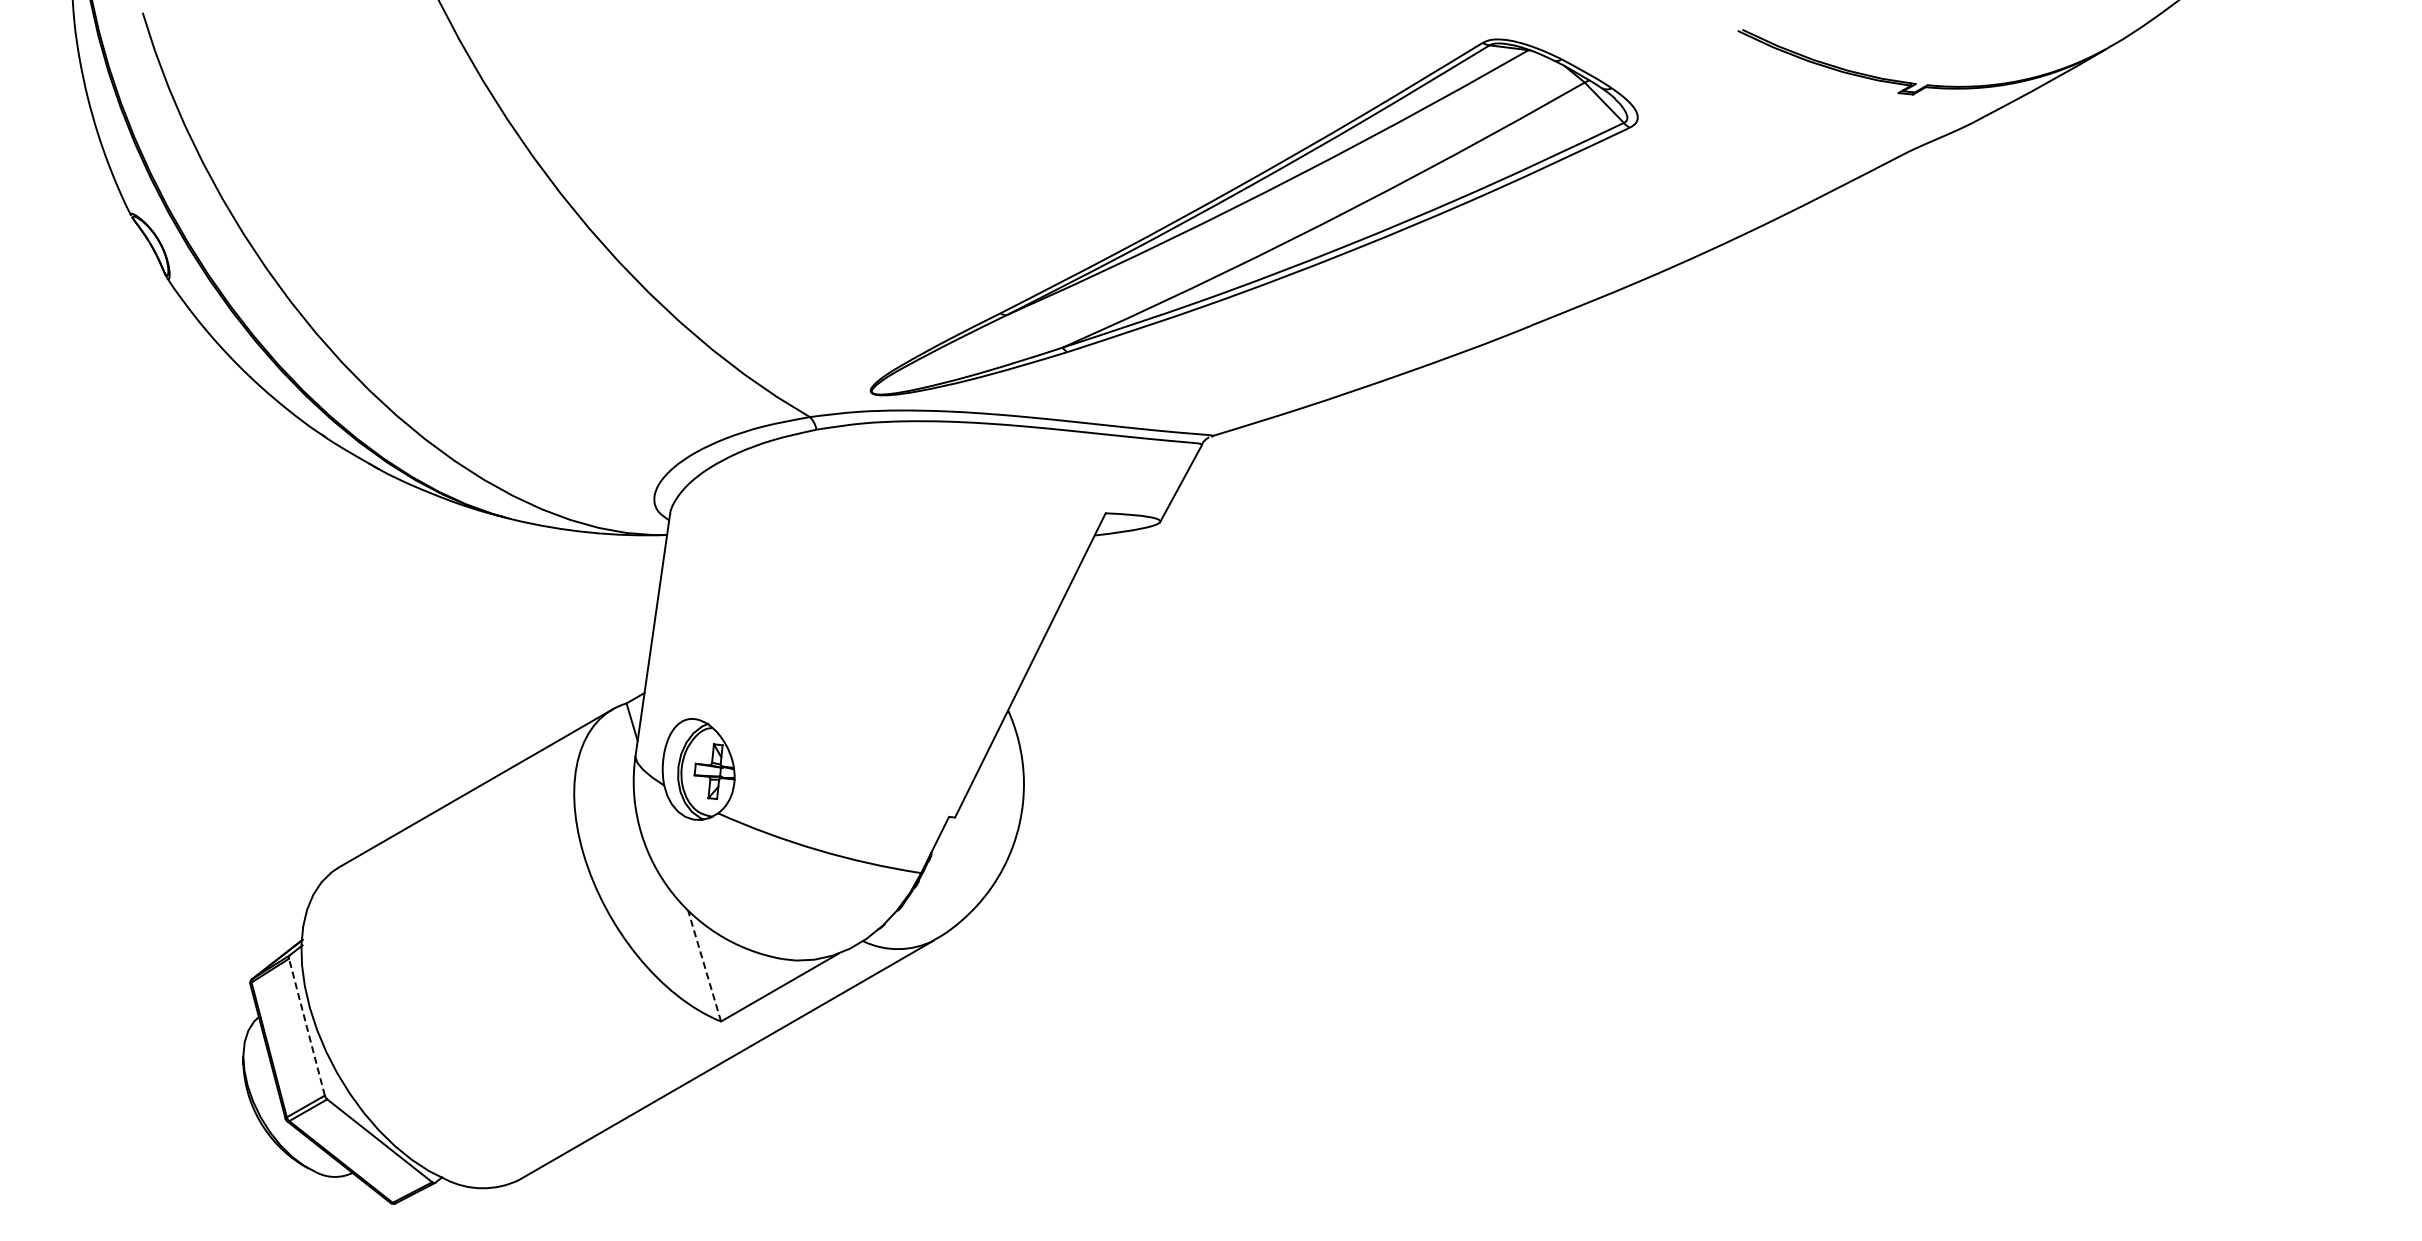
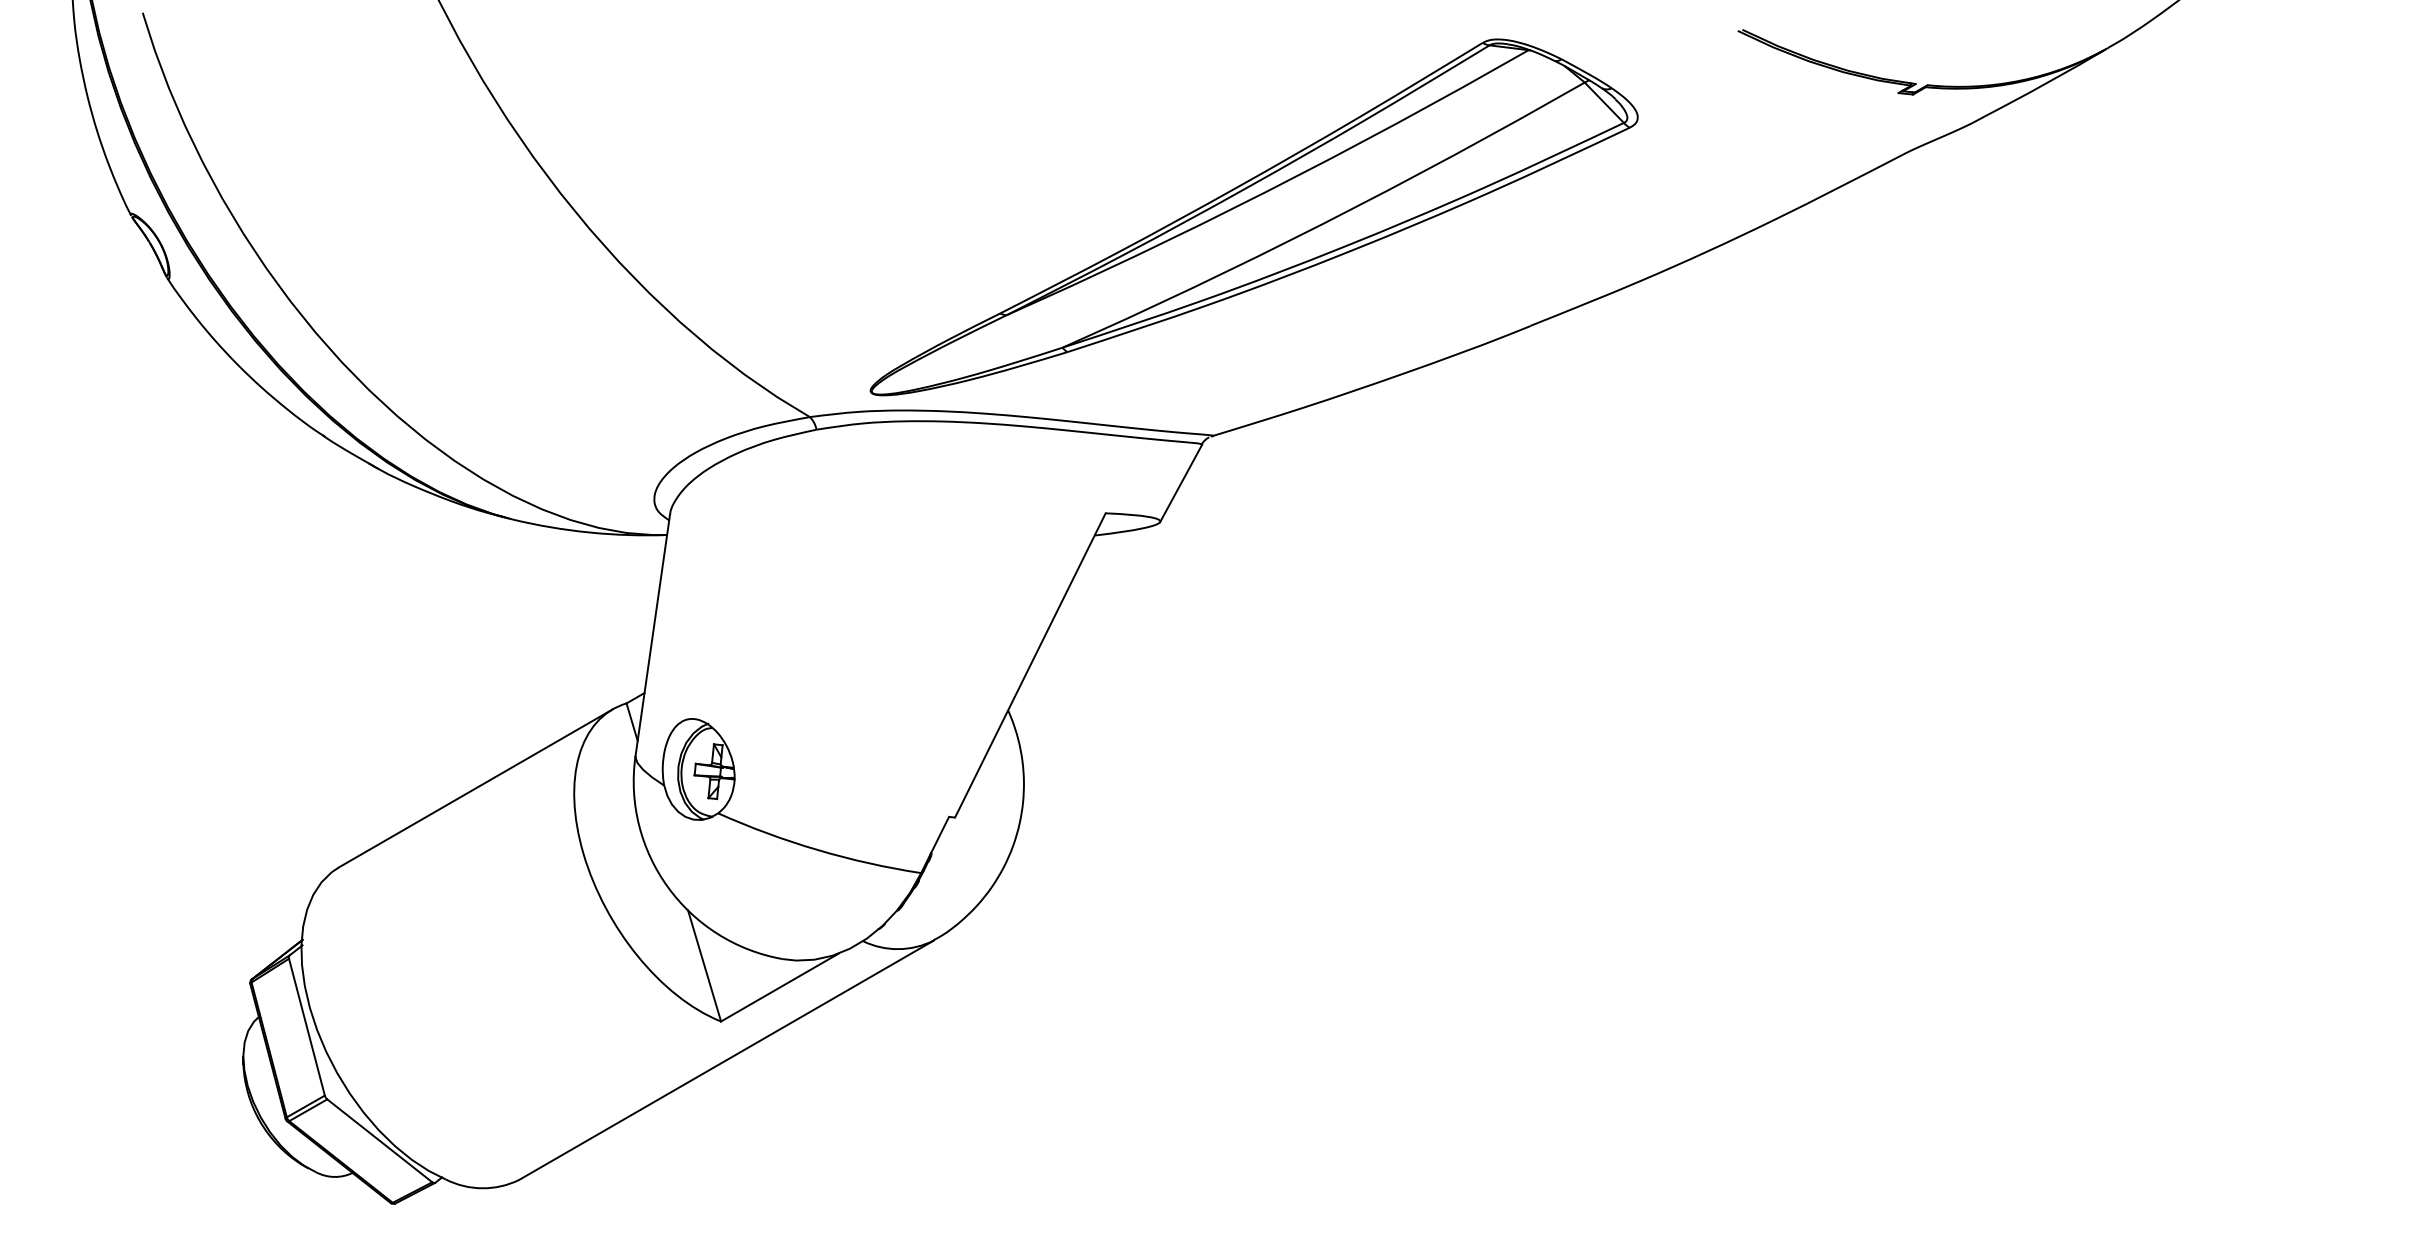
line at (704, 966): dashed -> solid
line at (306, 1027): dashed -> solid
